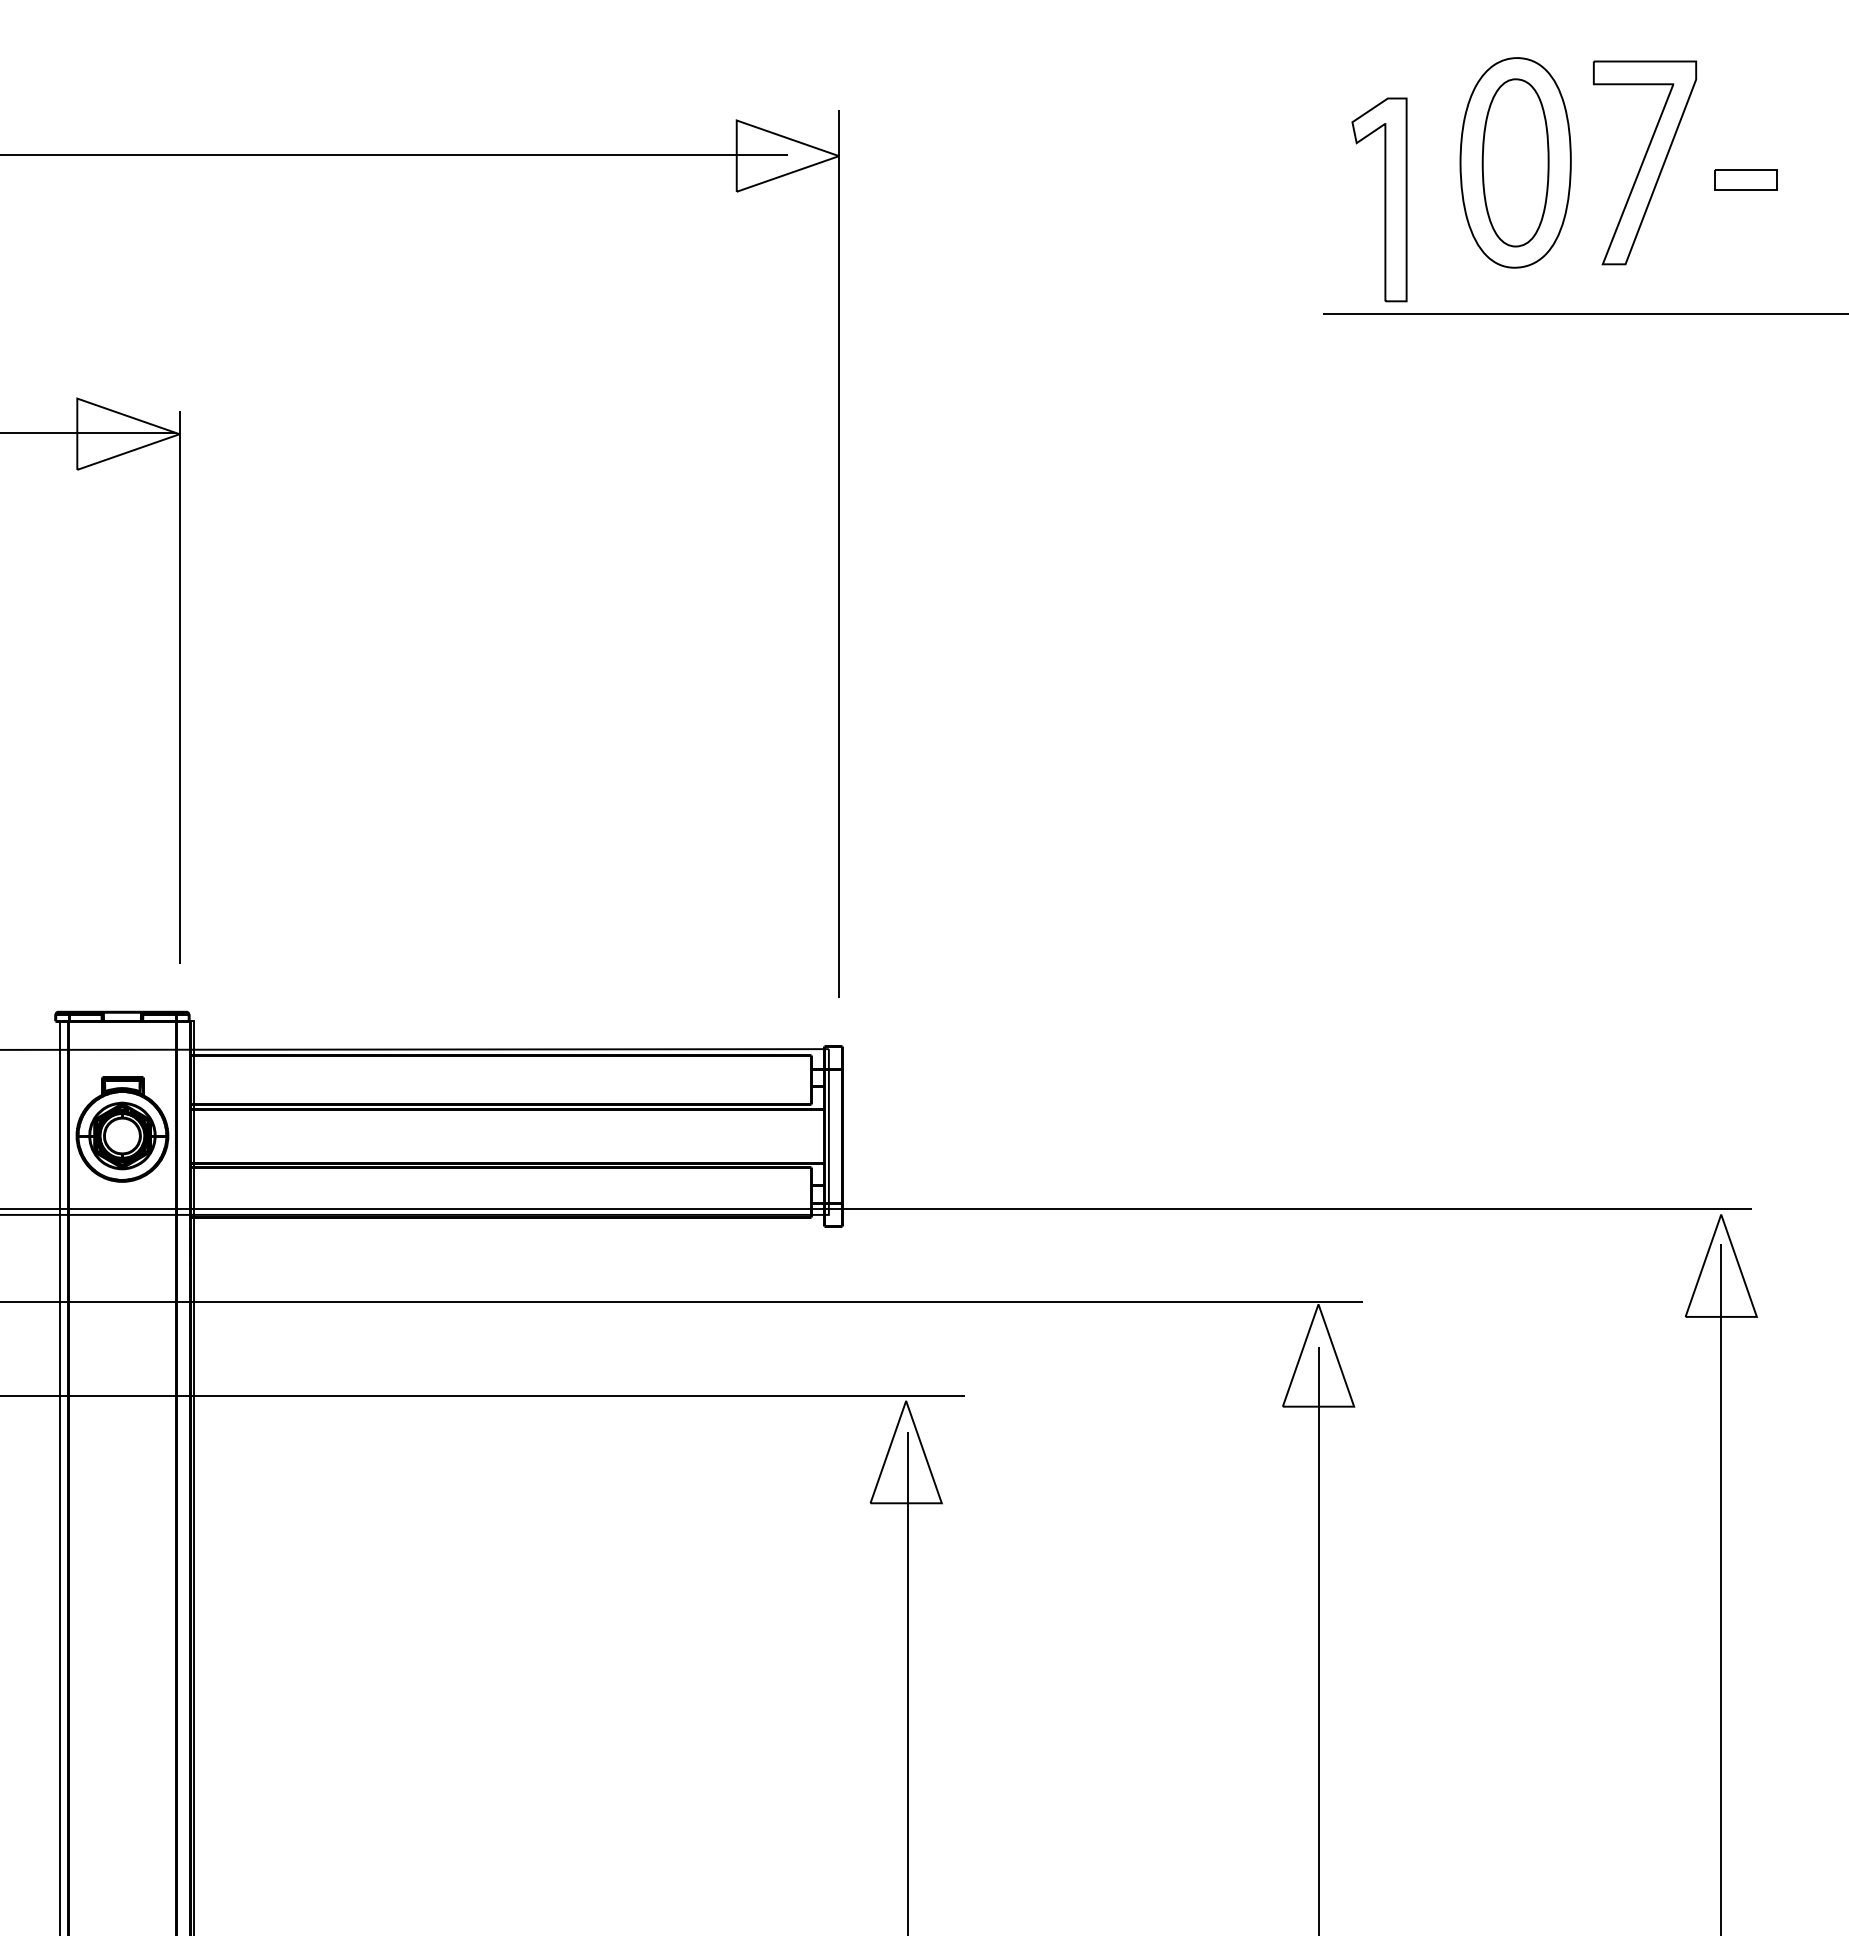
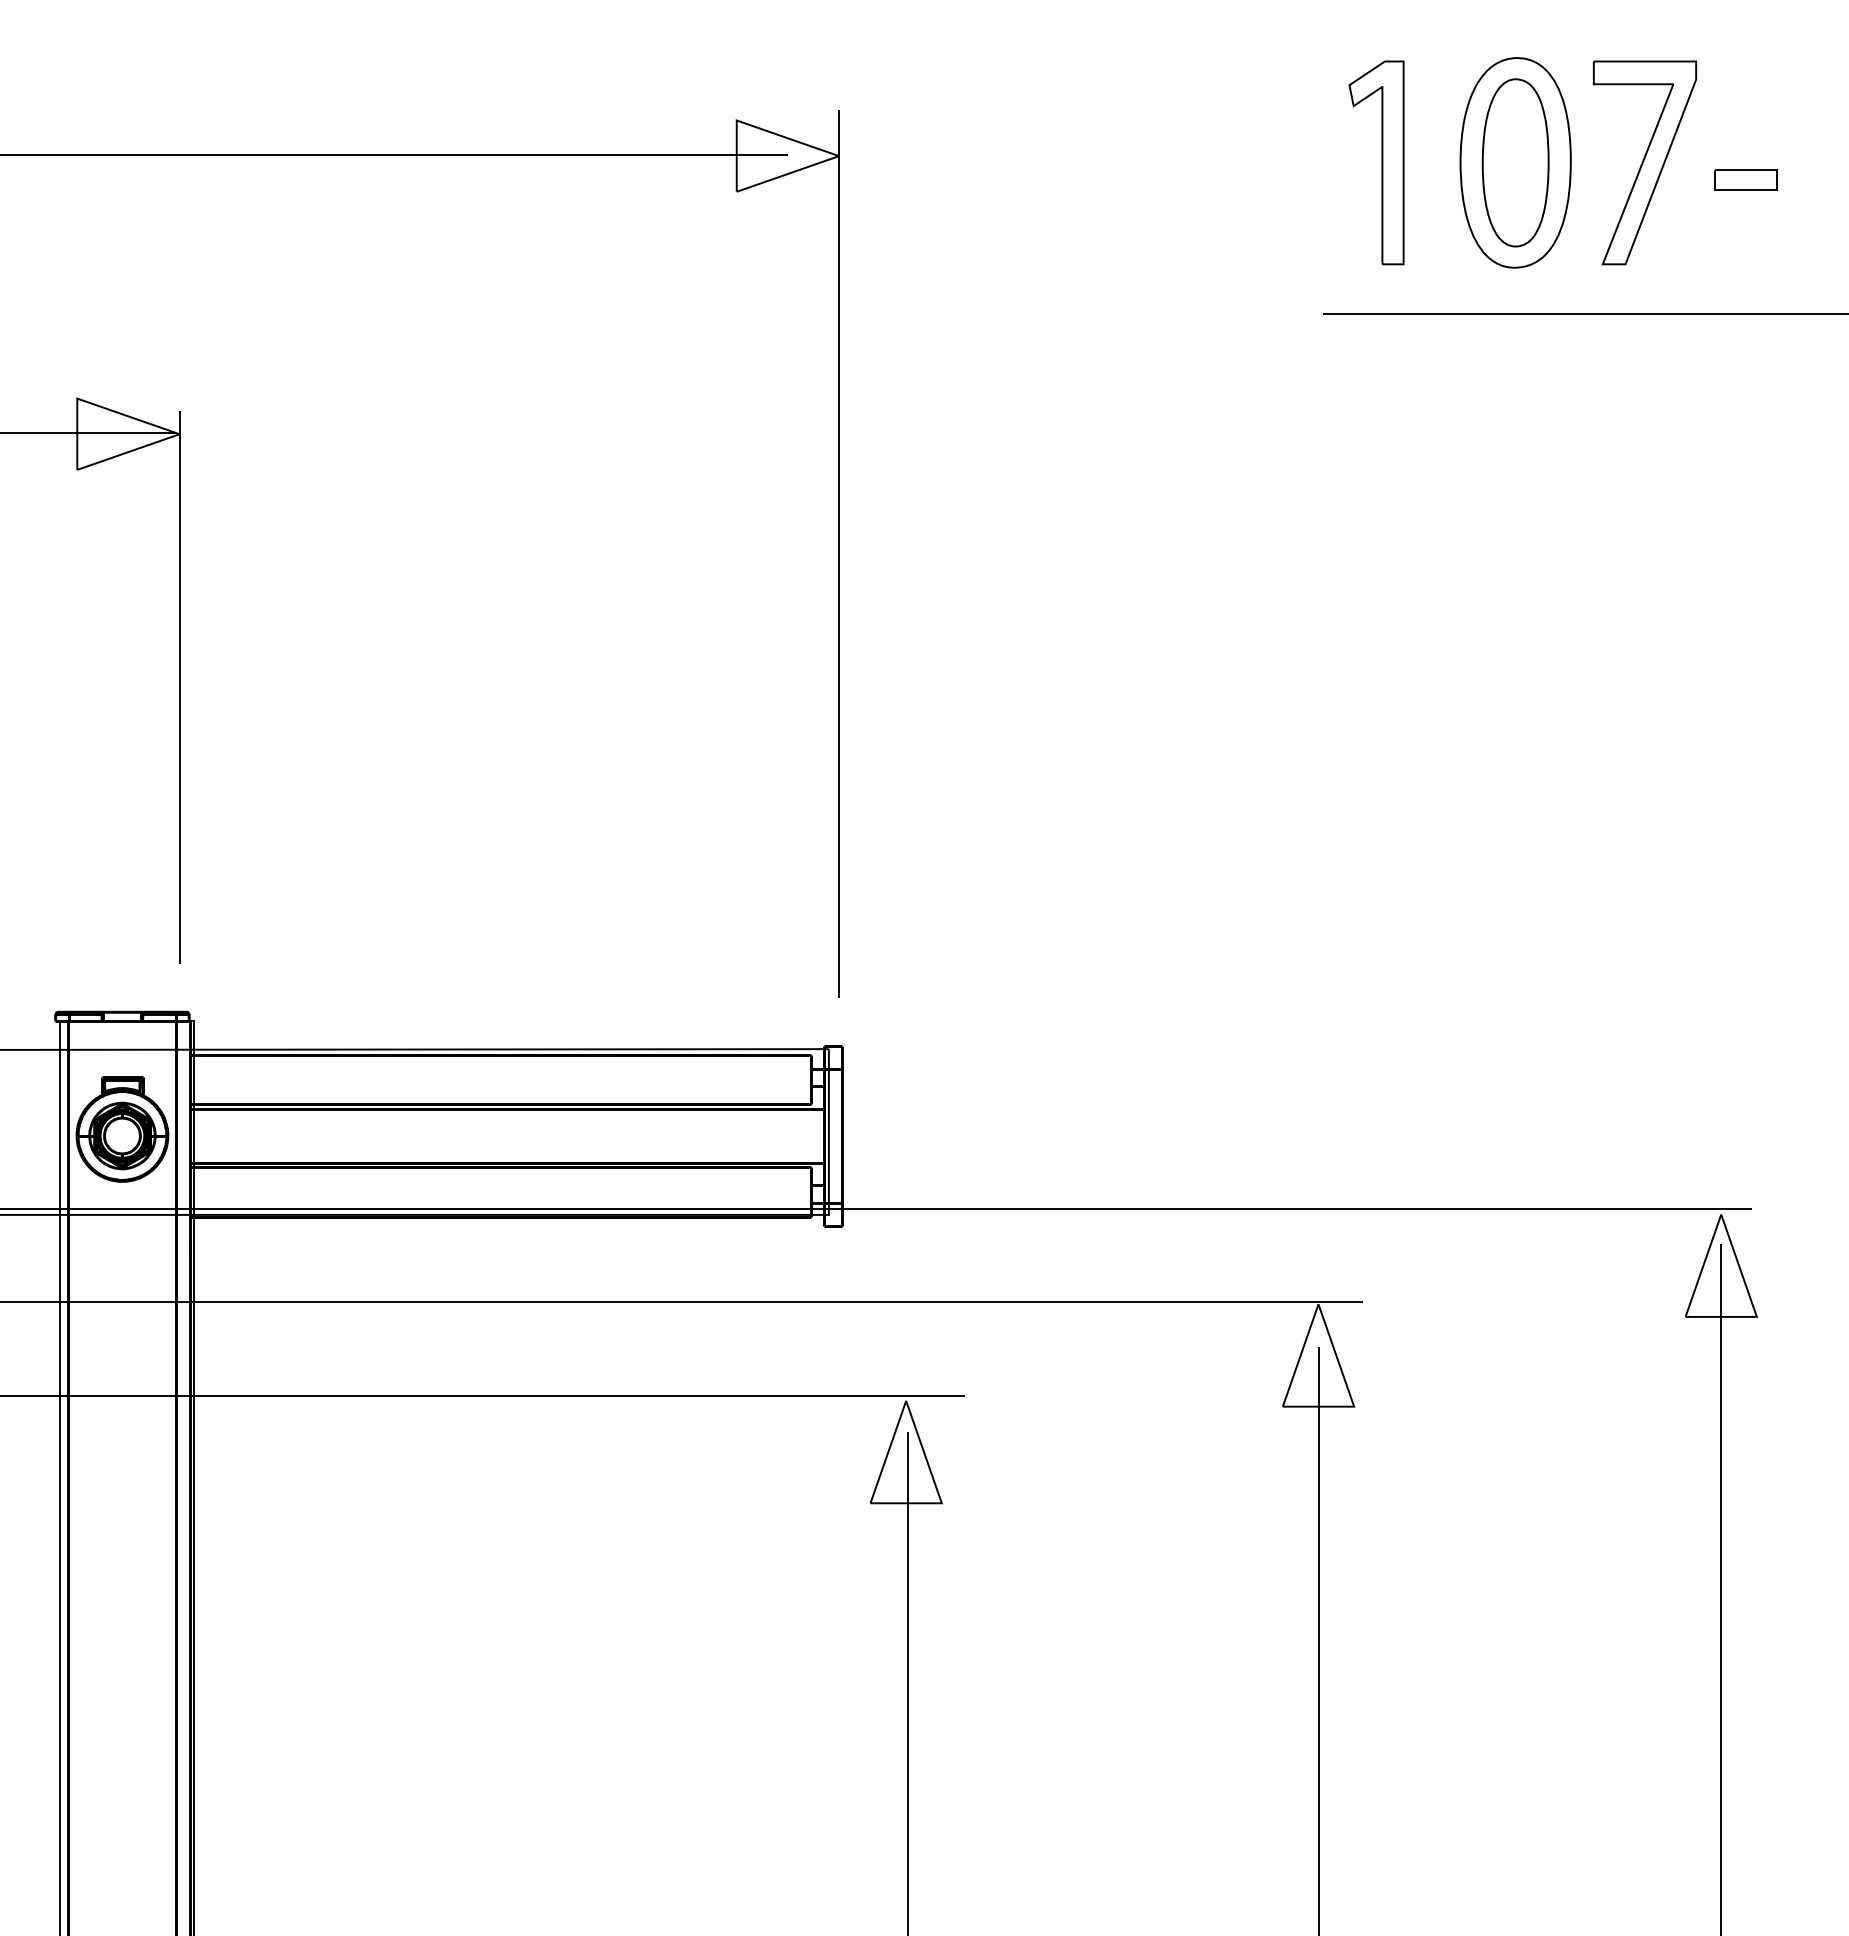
part at (1379, 199) position: (1379, 199) -> (1376, 162)
